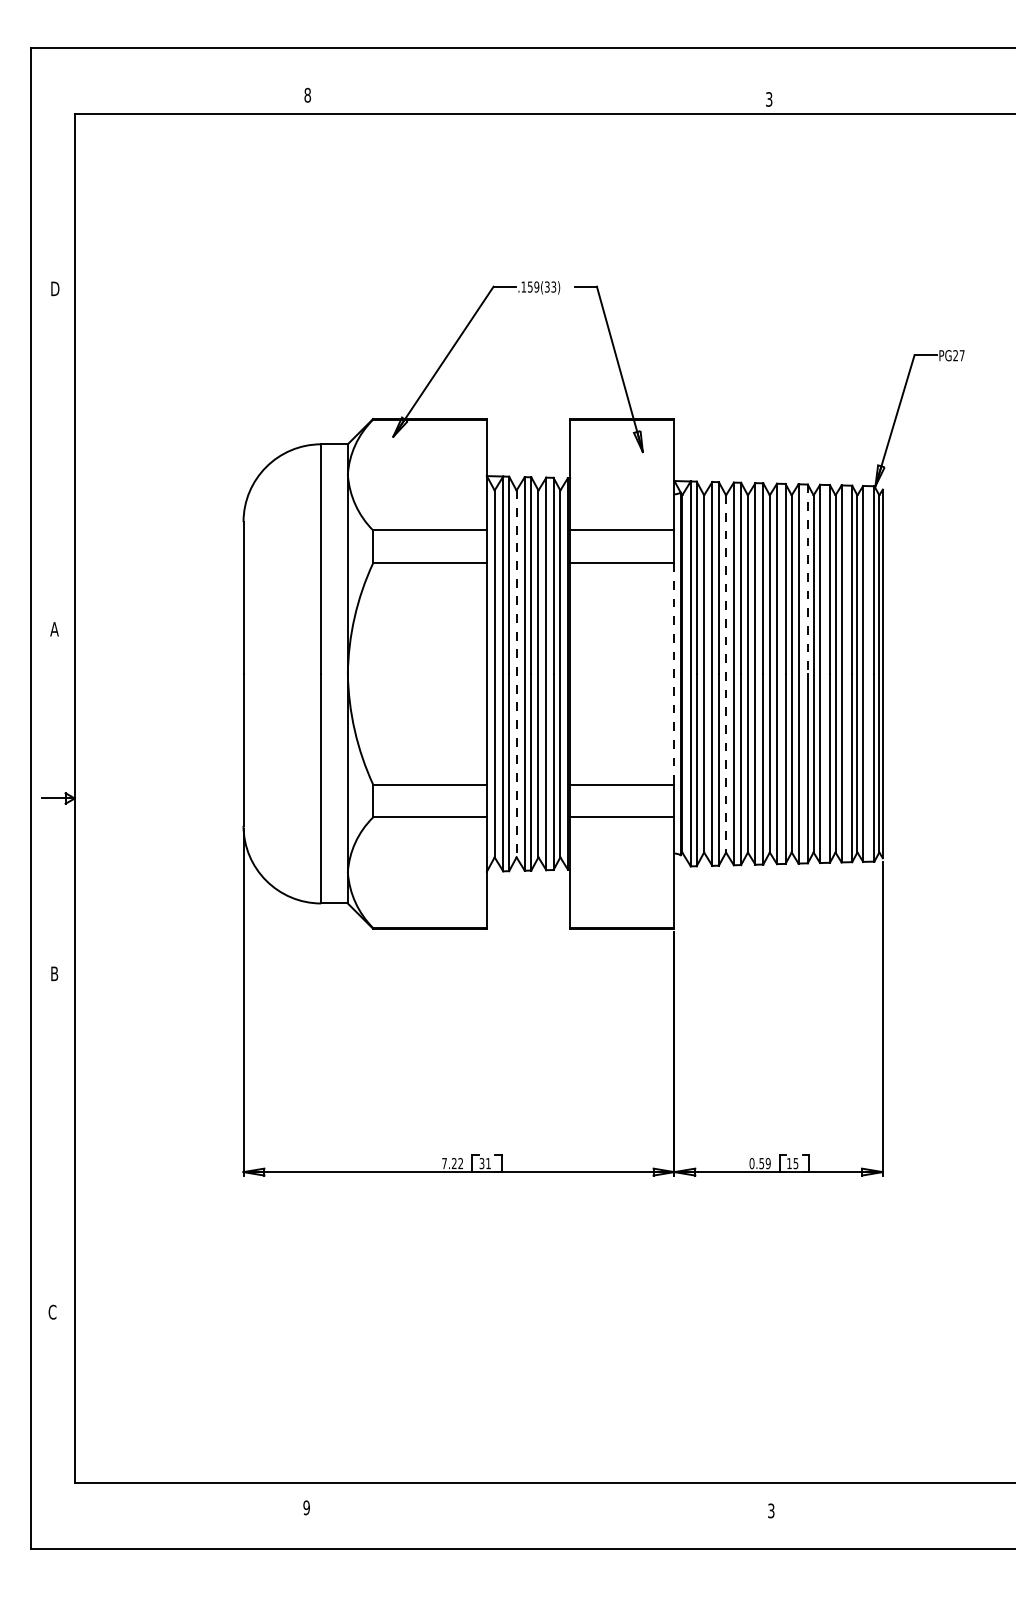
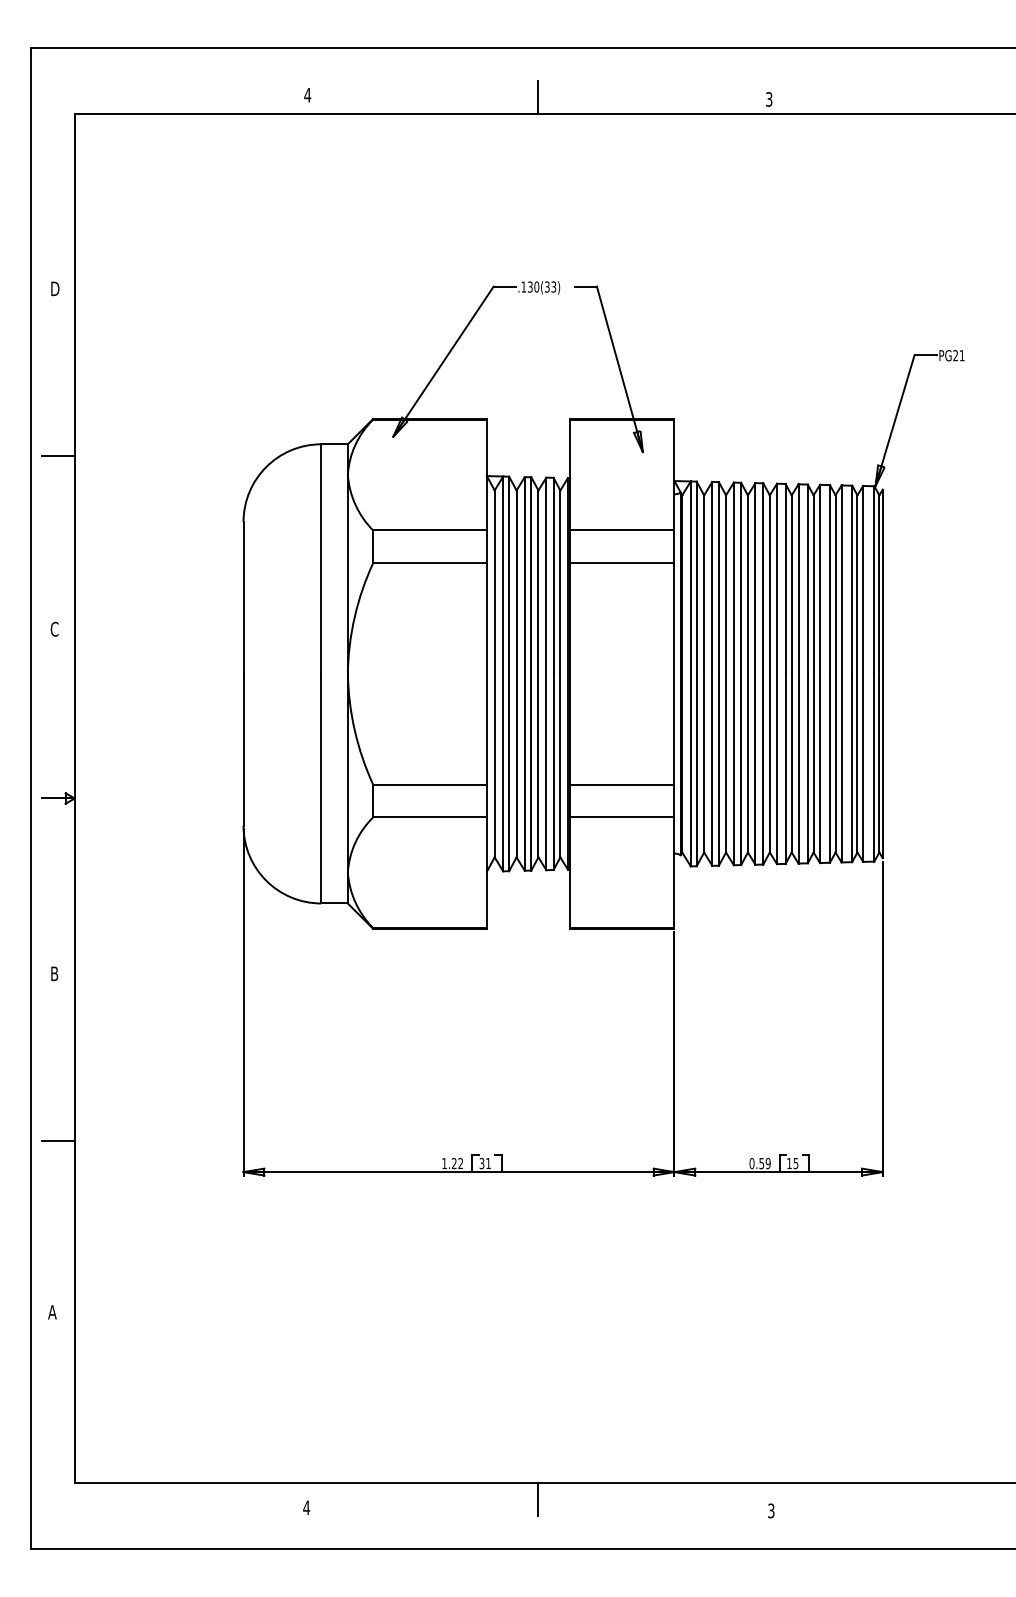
text at (307, 94): 8 -> 4
line at (538, 97): none -> present
text at (533, 286): .159(33) -> .130(33)
text at (961, 355): PG27 -> PG21
line at (57, 456): none -> present
line at (807, 579): dashed -> solid
text at (54, 628): A -> C
line at (674, 673): dashed -> solid
line at (726, 673): dashed -> solid
line at (516, 674): dashed -> solid
line at (57, 1140): none -> present
text at (444, 1163): 7.22 -> 1.22
text at (52, 1311): C -> A
line at (538, 1498): none -> present
text at (306, 1507): 9 -> 4
